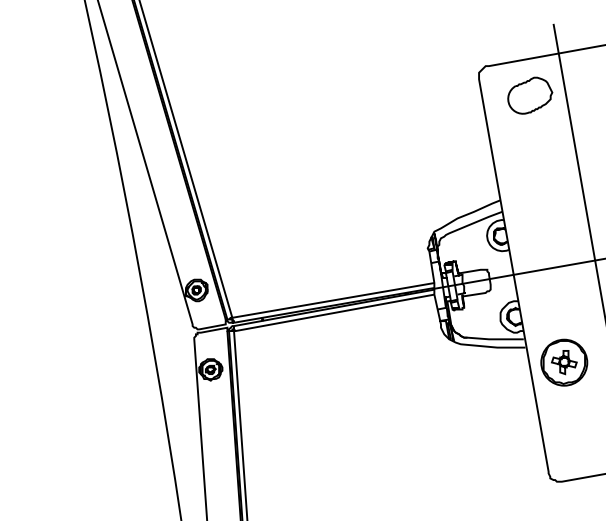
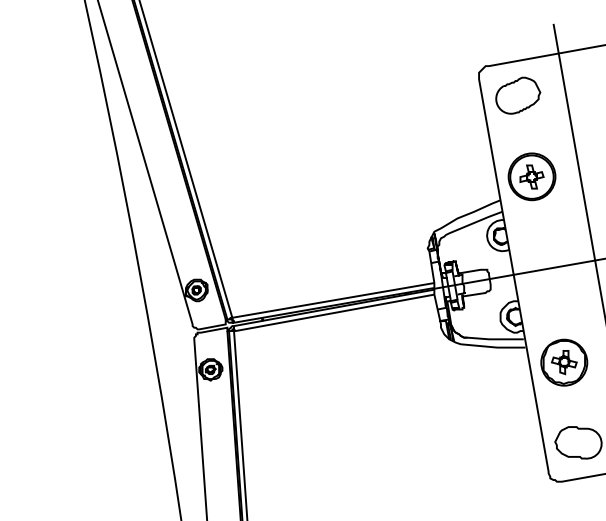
part at (530, 95) position: (530, 95) -> (518, 95)
part at (531, 176): none -> present
part at (578, 442): none -> present
